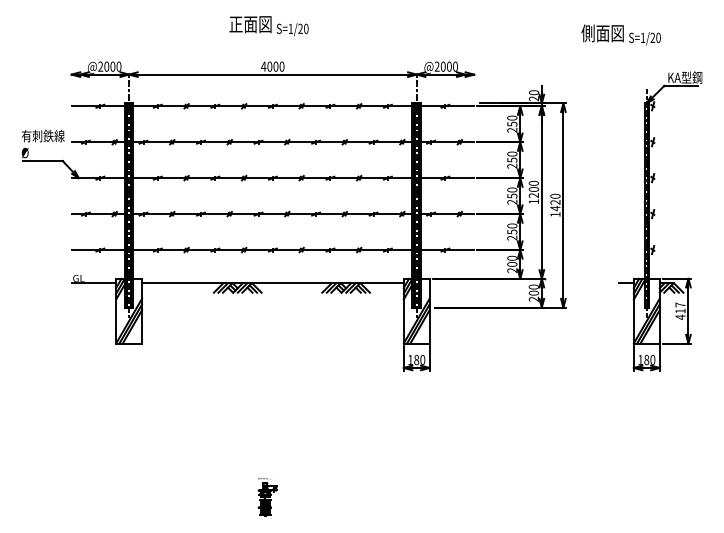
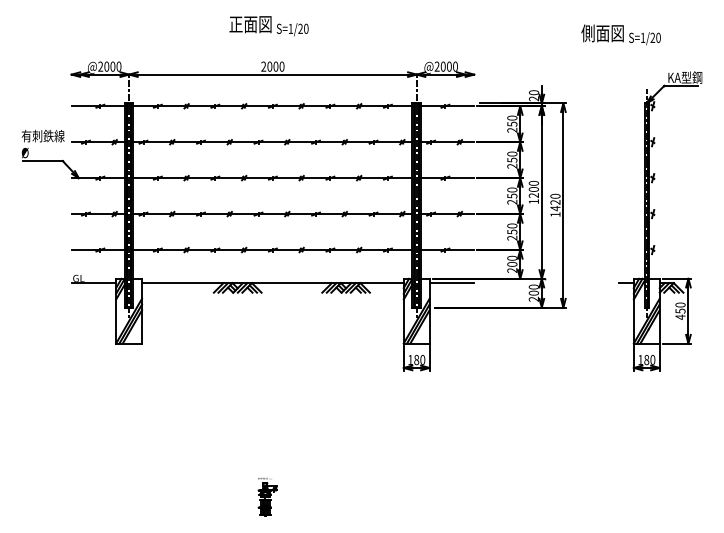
text at (263, 66): 4000 -> 2000
line at (451, 283): none -> present
text at (680, 307): 417 -> 450
